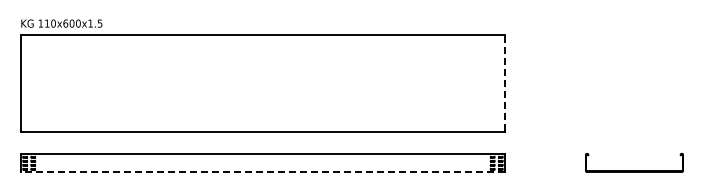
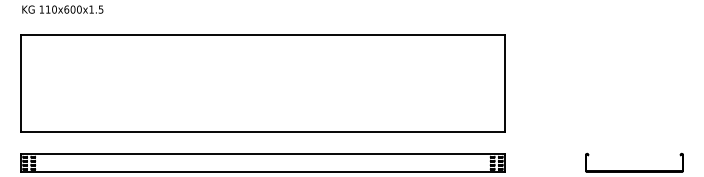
text at (61, 23) position: (61, 23) -> (62, 9)
line at (504, 83): dashed -> solid
line at (262, 171): dashed -> solid
